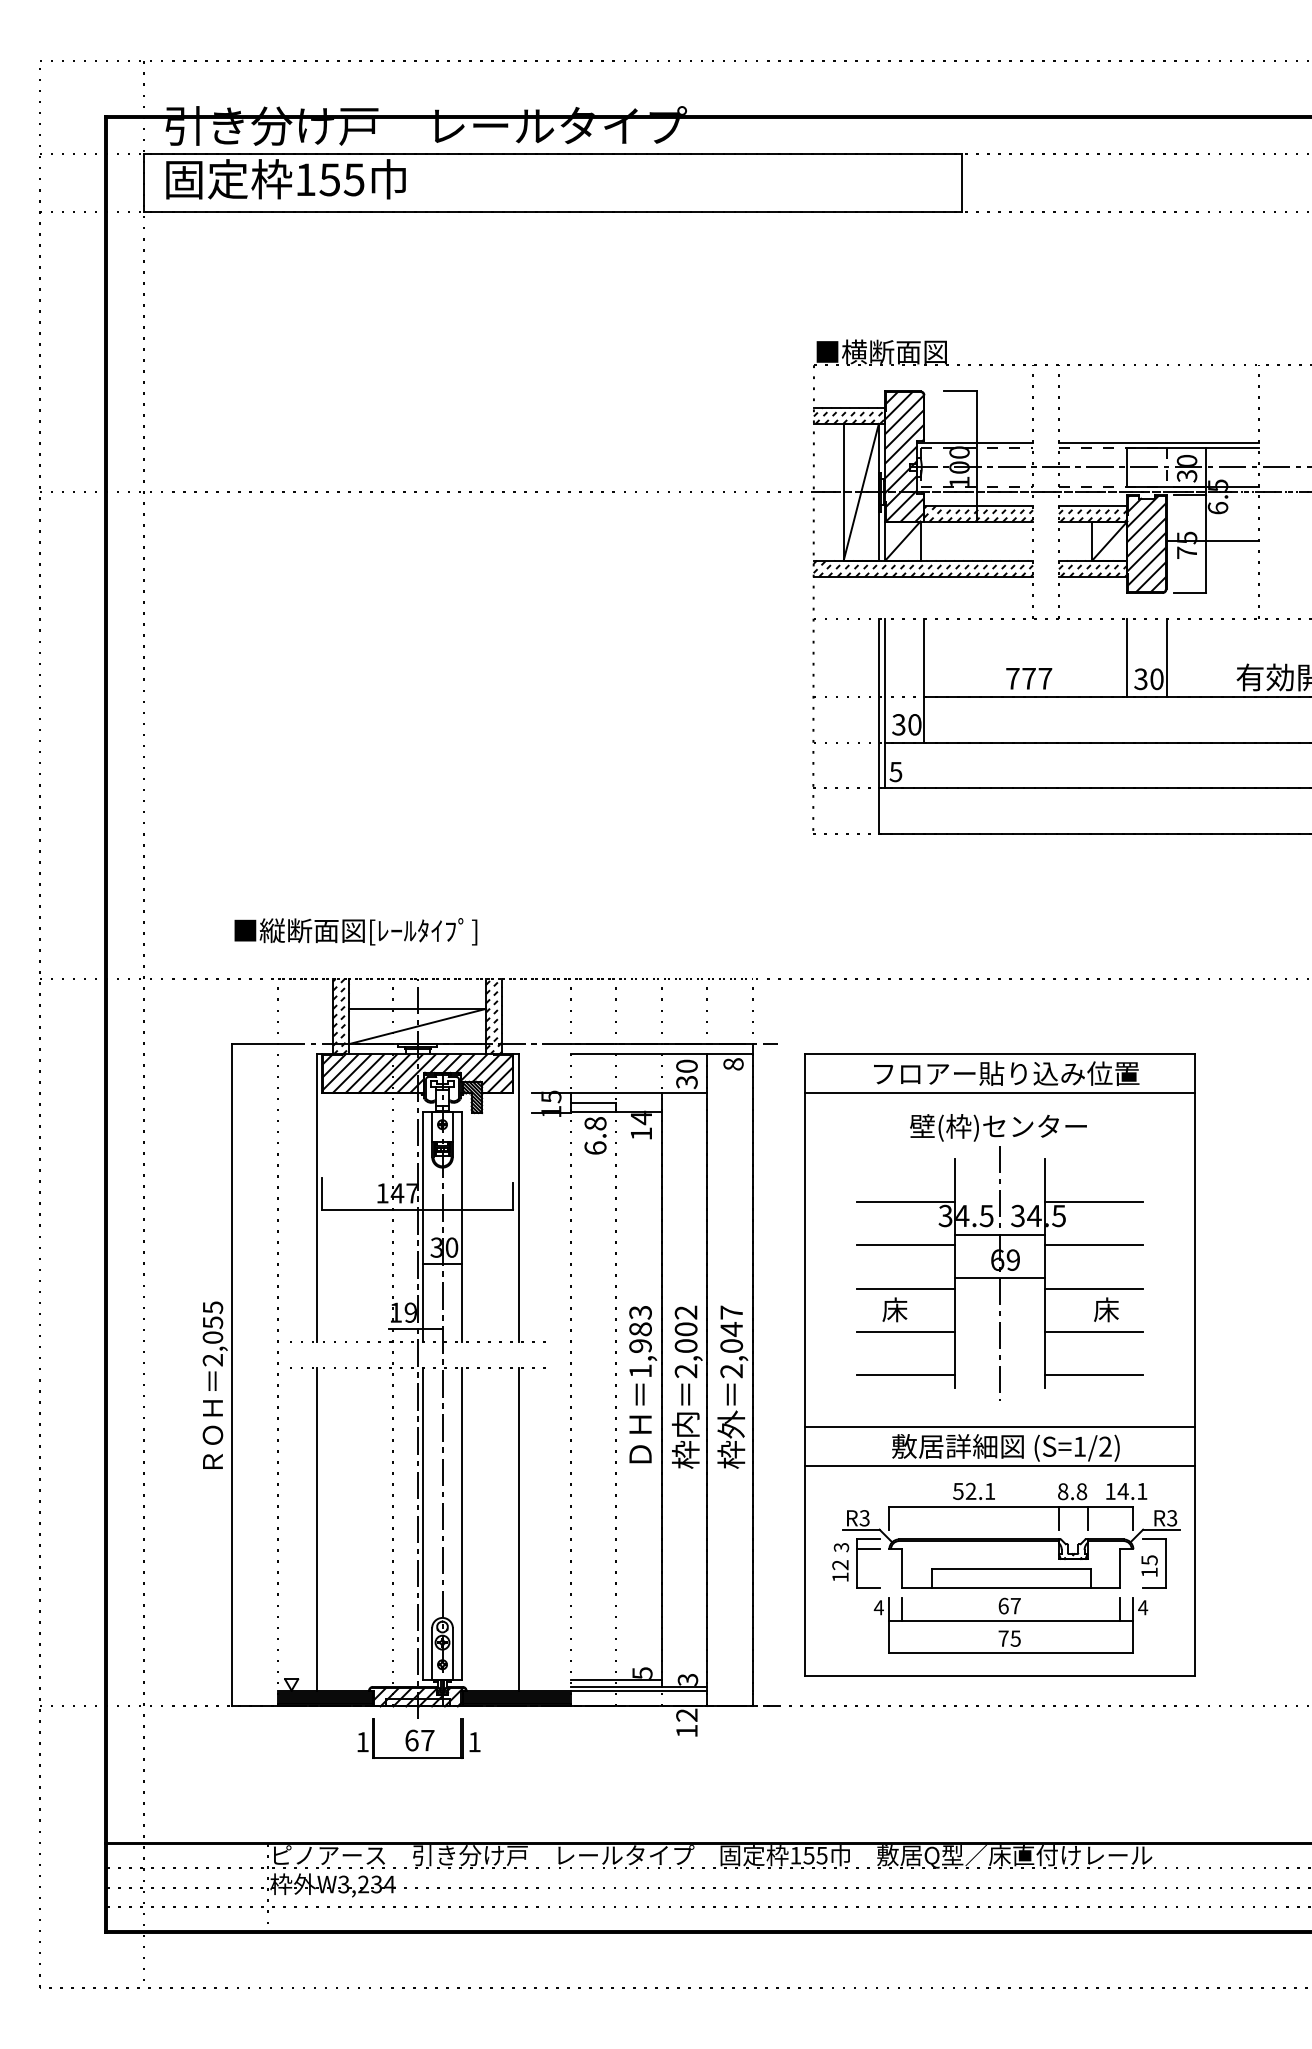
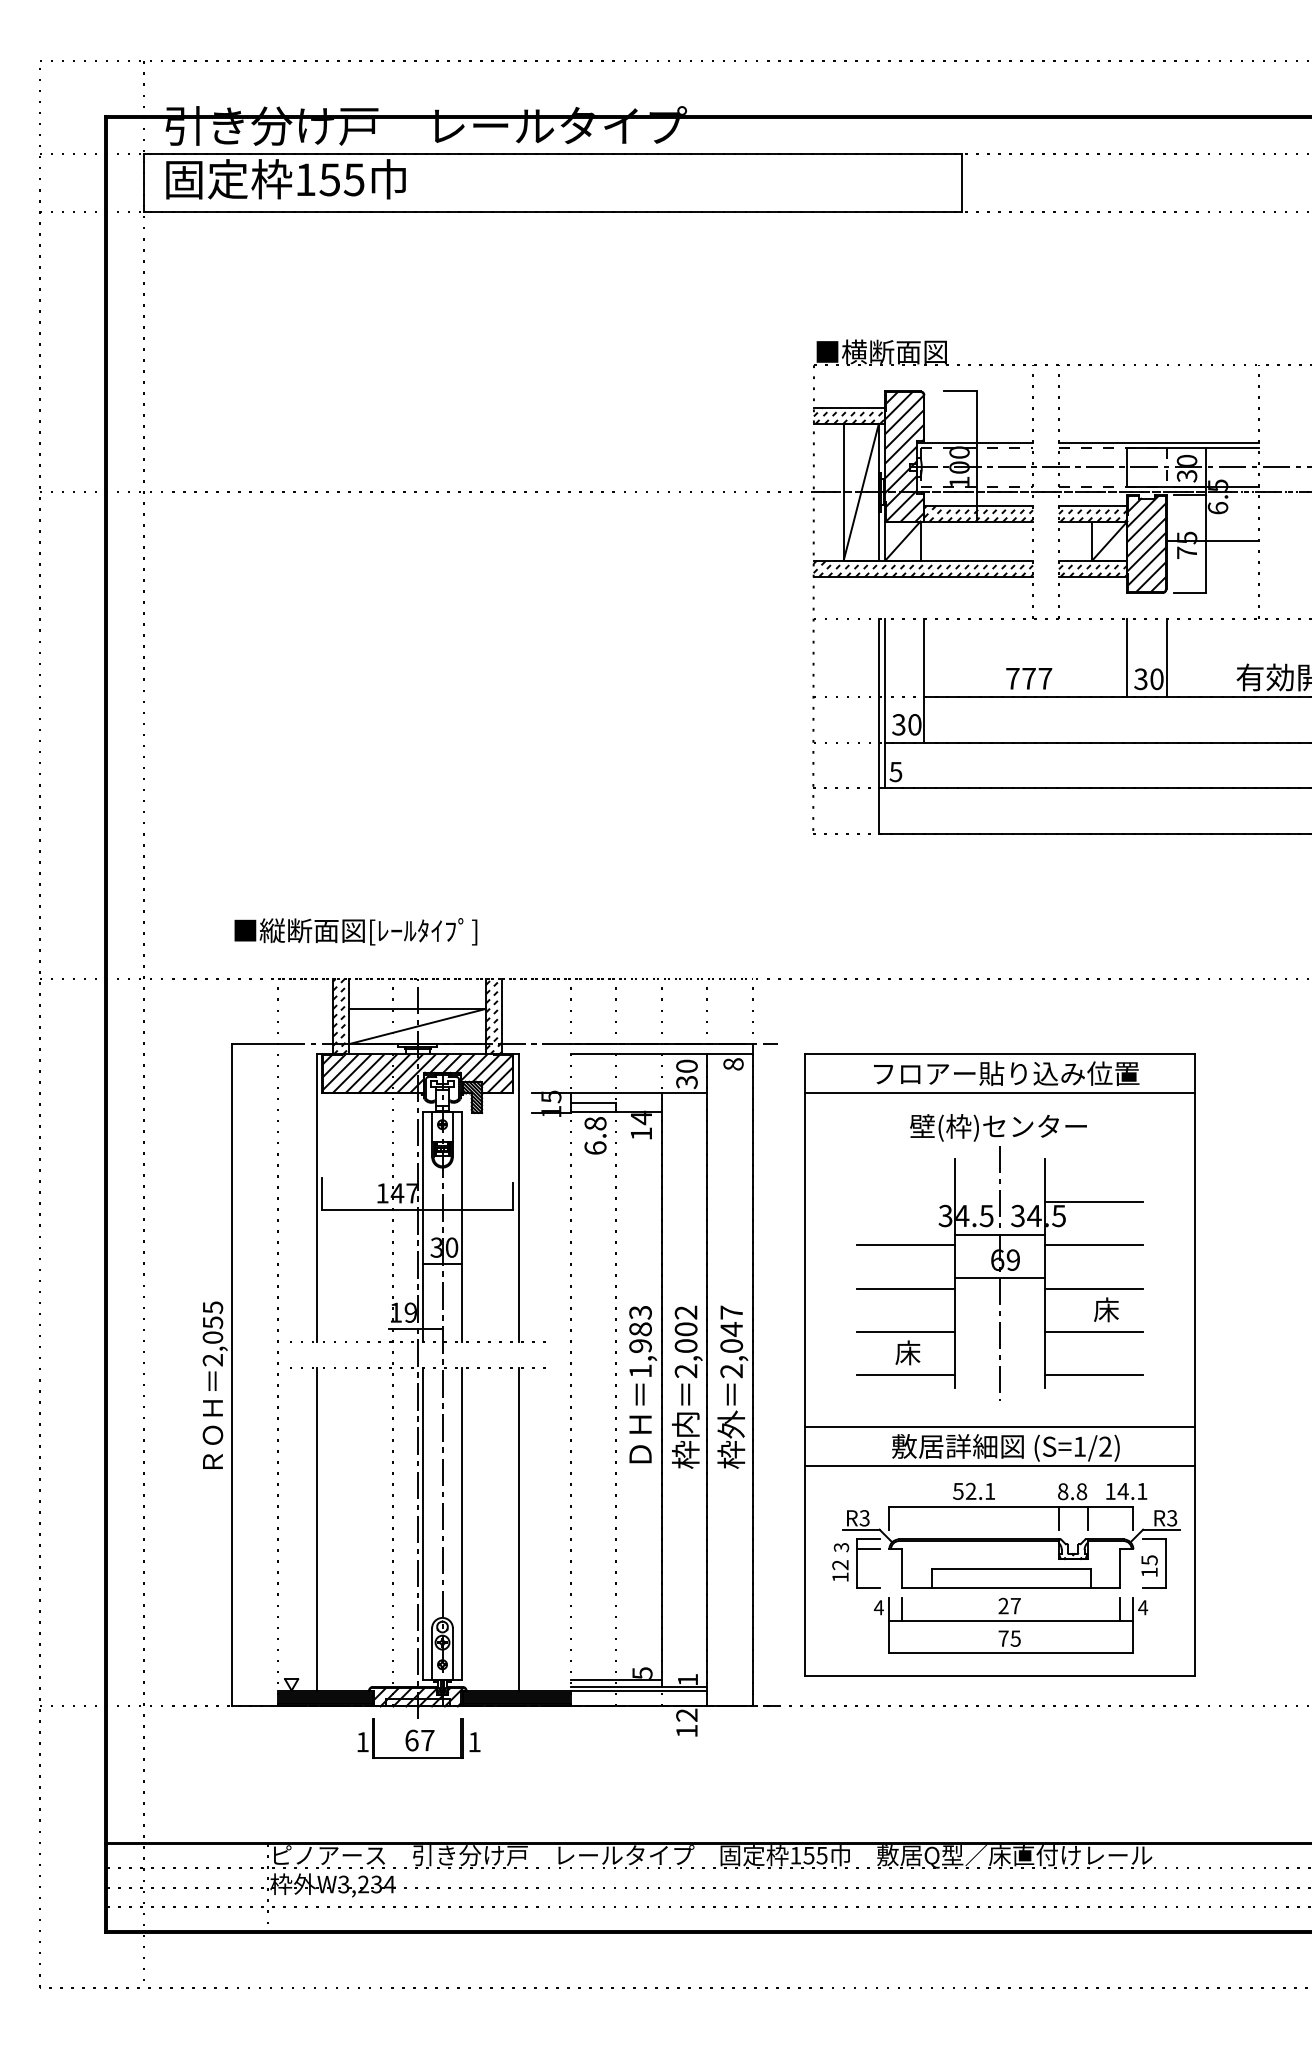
line at (906, 1201): present -> none
text at (894, 1309) position: (894, 1309) -> (907, 1352)
text at (1003, 1605): 67 -> 27
text at (687, 1679): 3 -> 1
